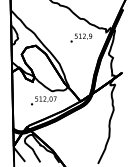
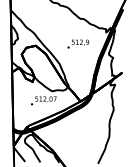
text at (81, 37) position: (81, 37) -> (78, 43)
